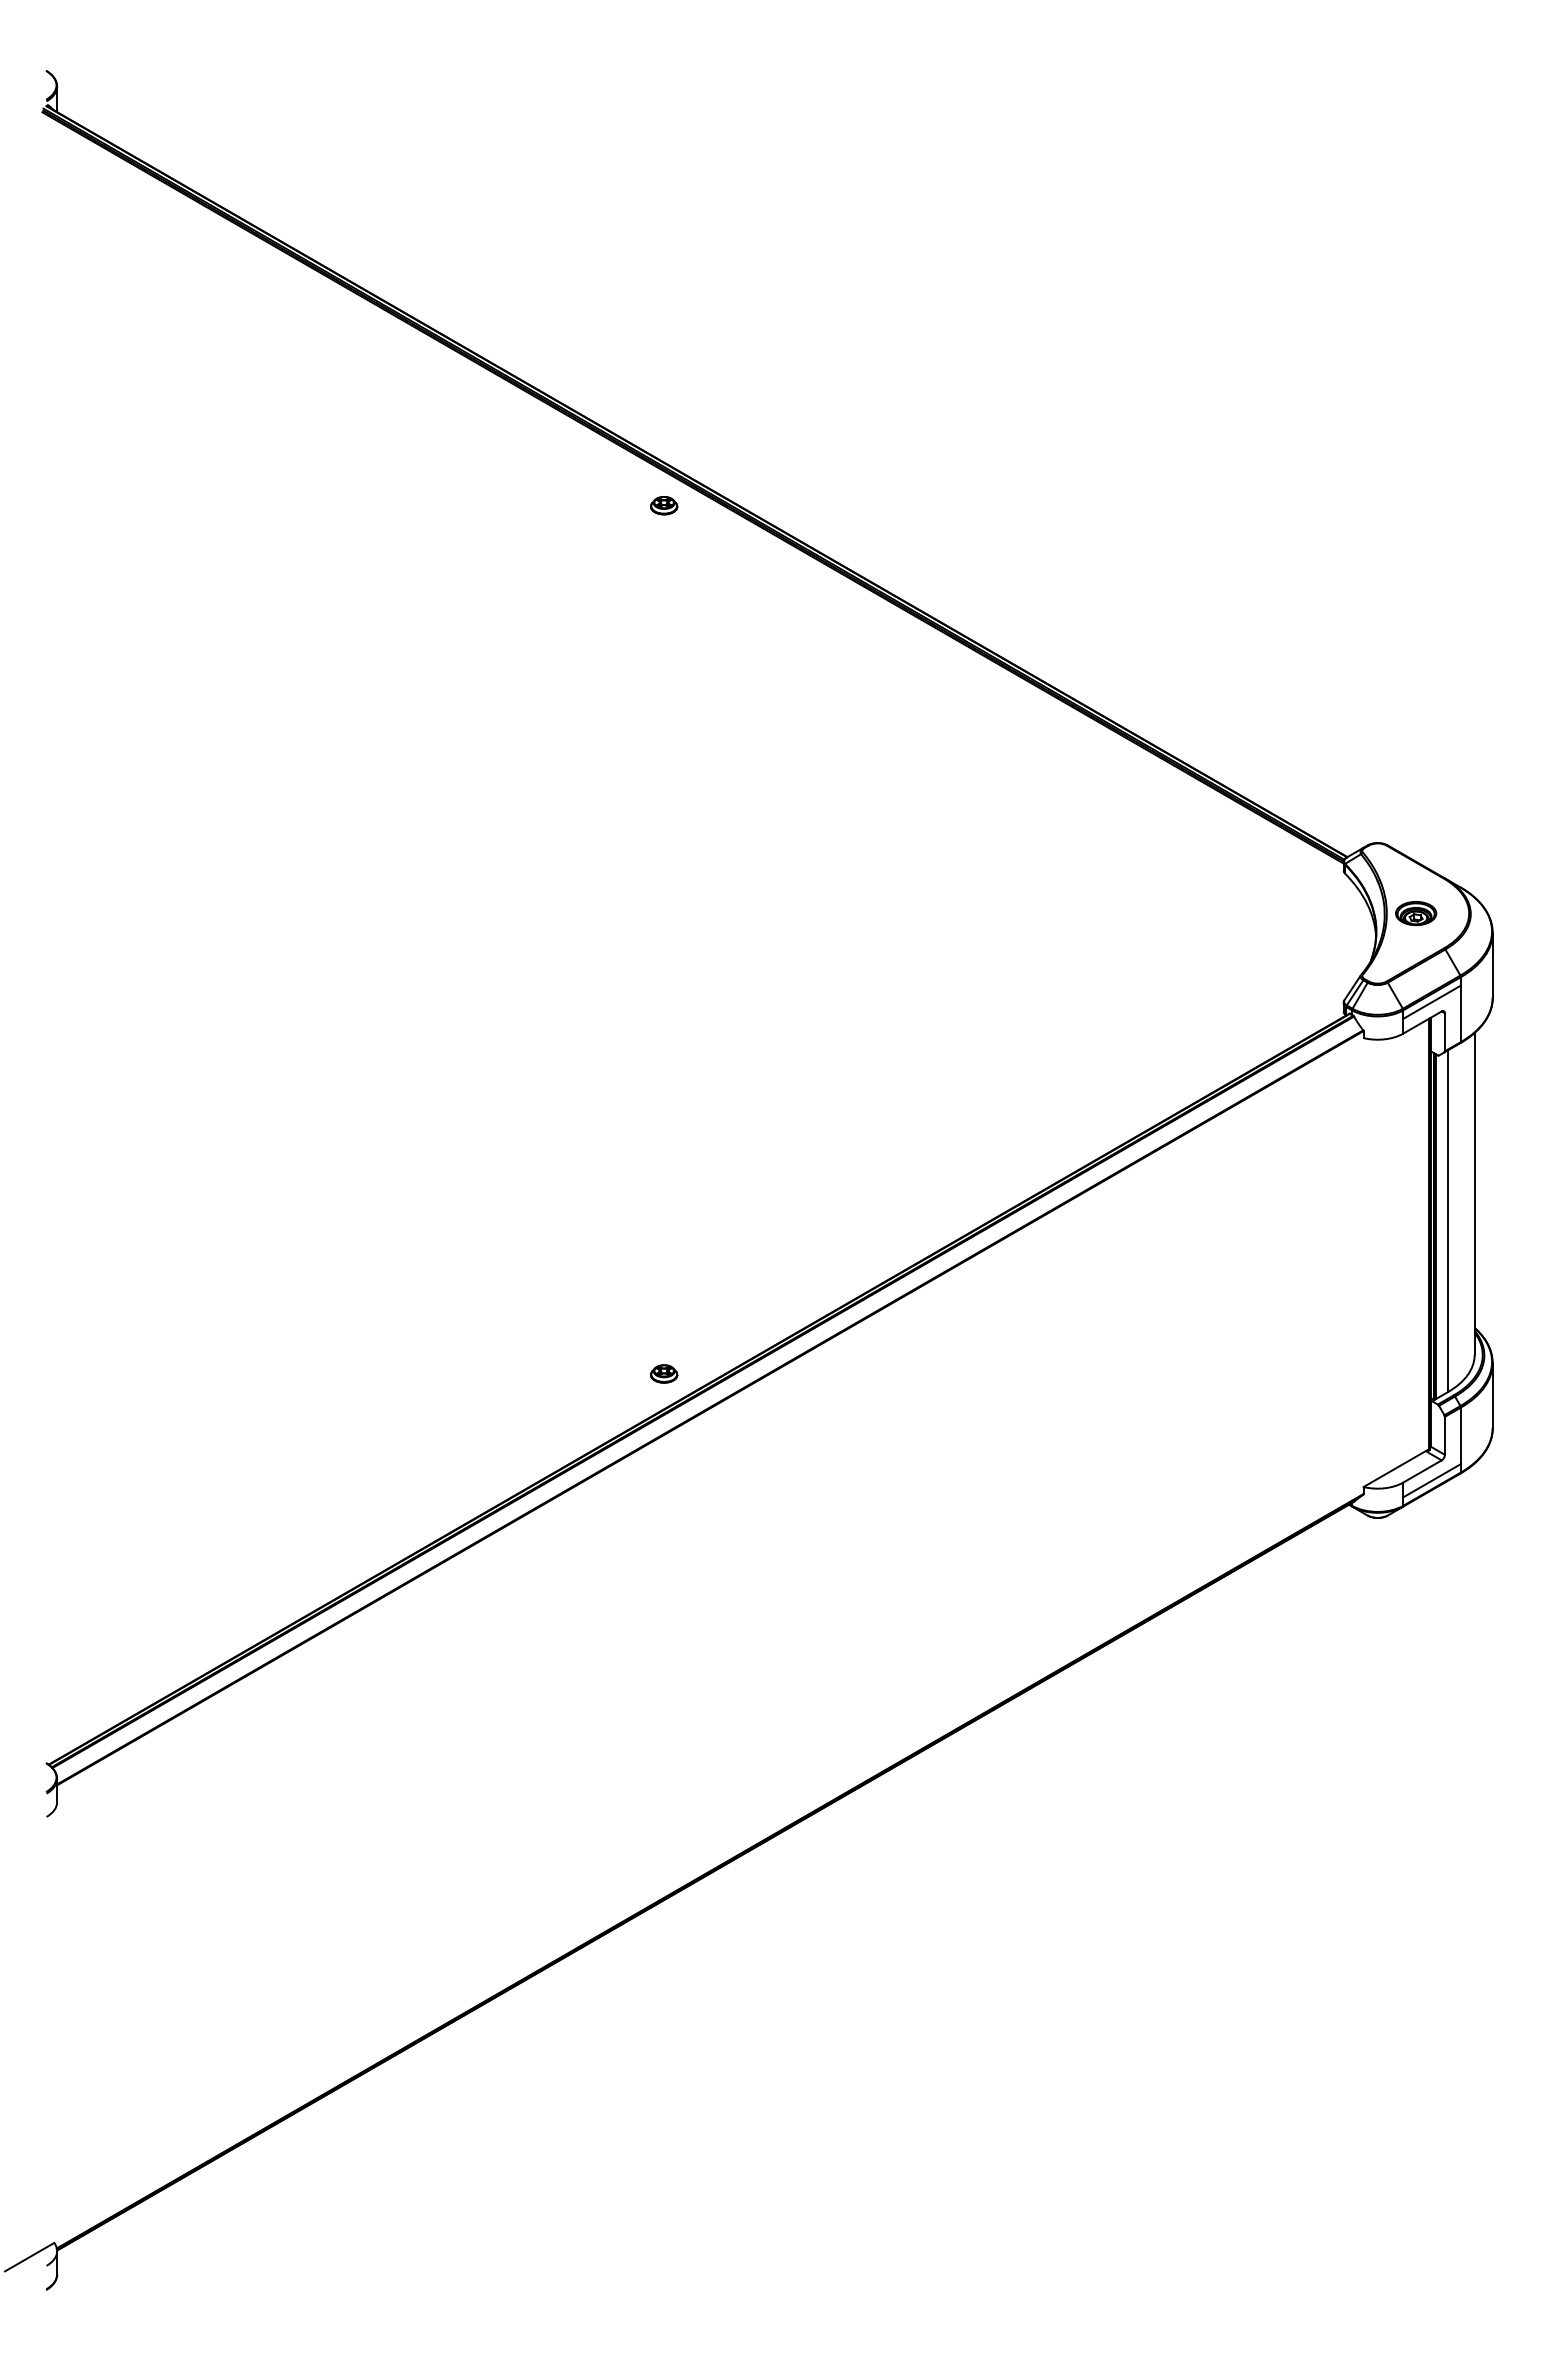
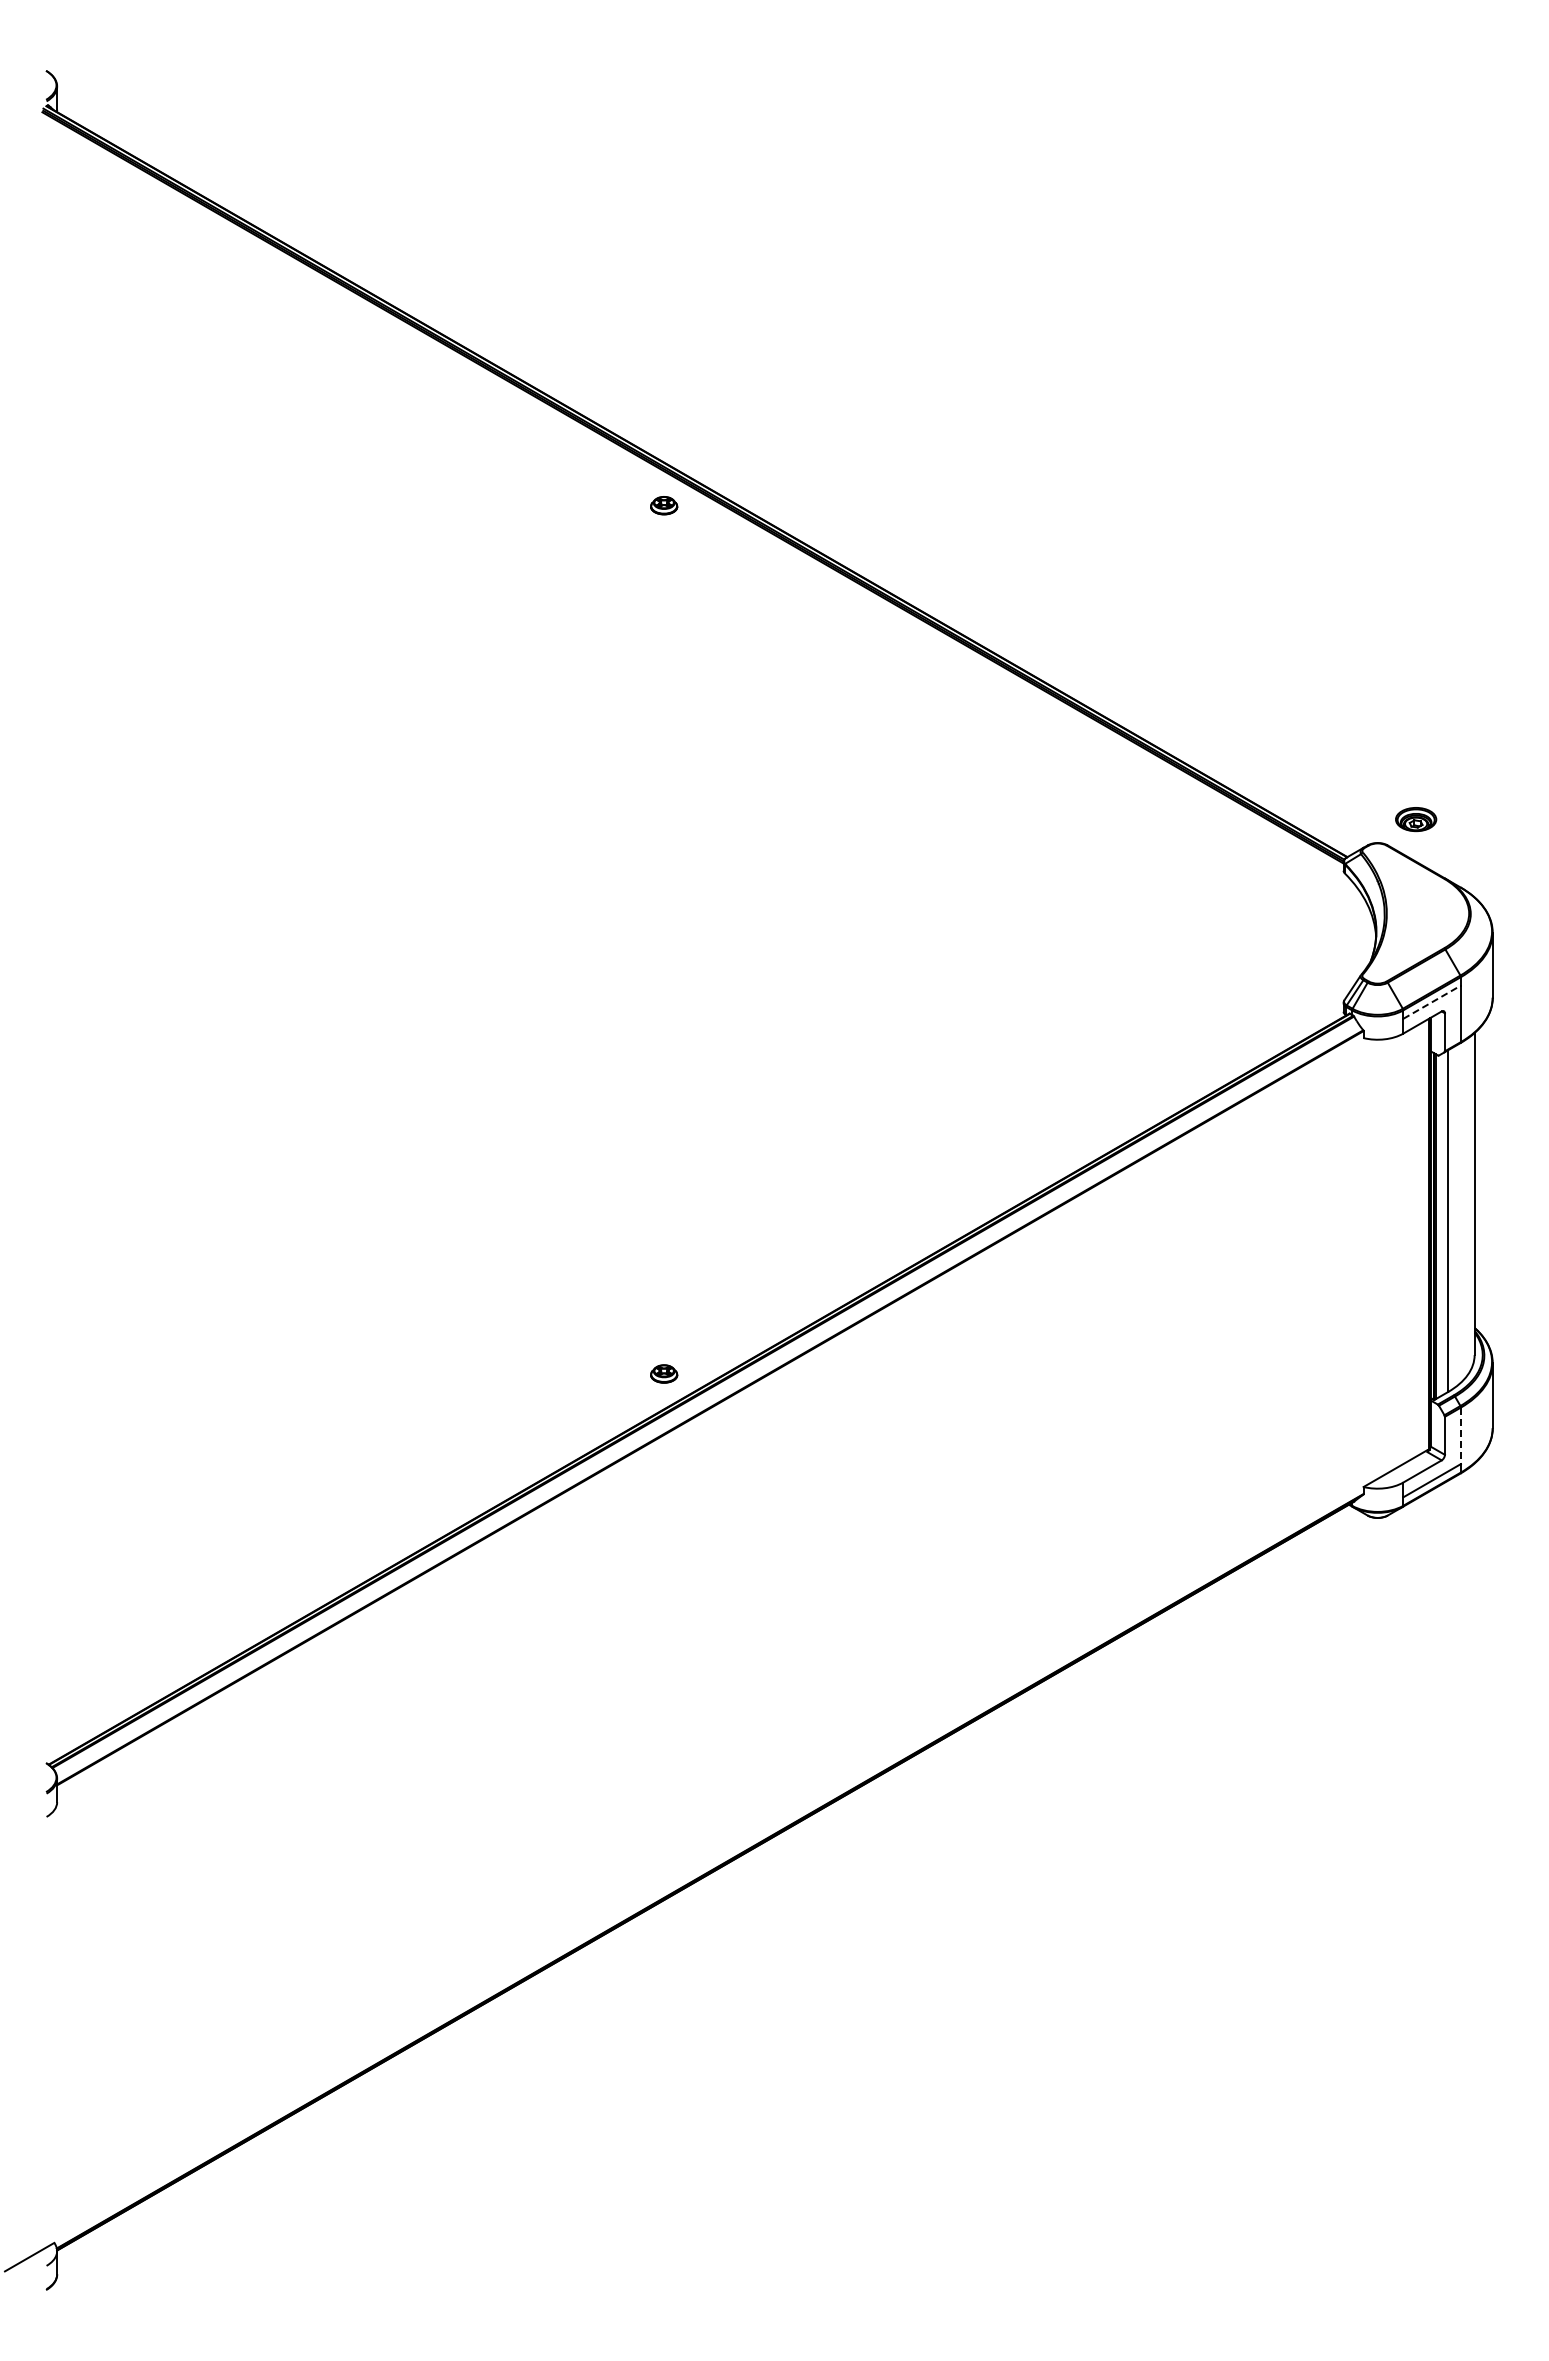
part at (1416, 913) position: (1416, 913) -> (1416, 819)
line at (1432, 1001): solid -> dashed
line at (1460, 1436): solid -> dashed
